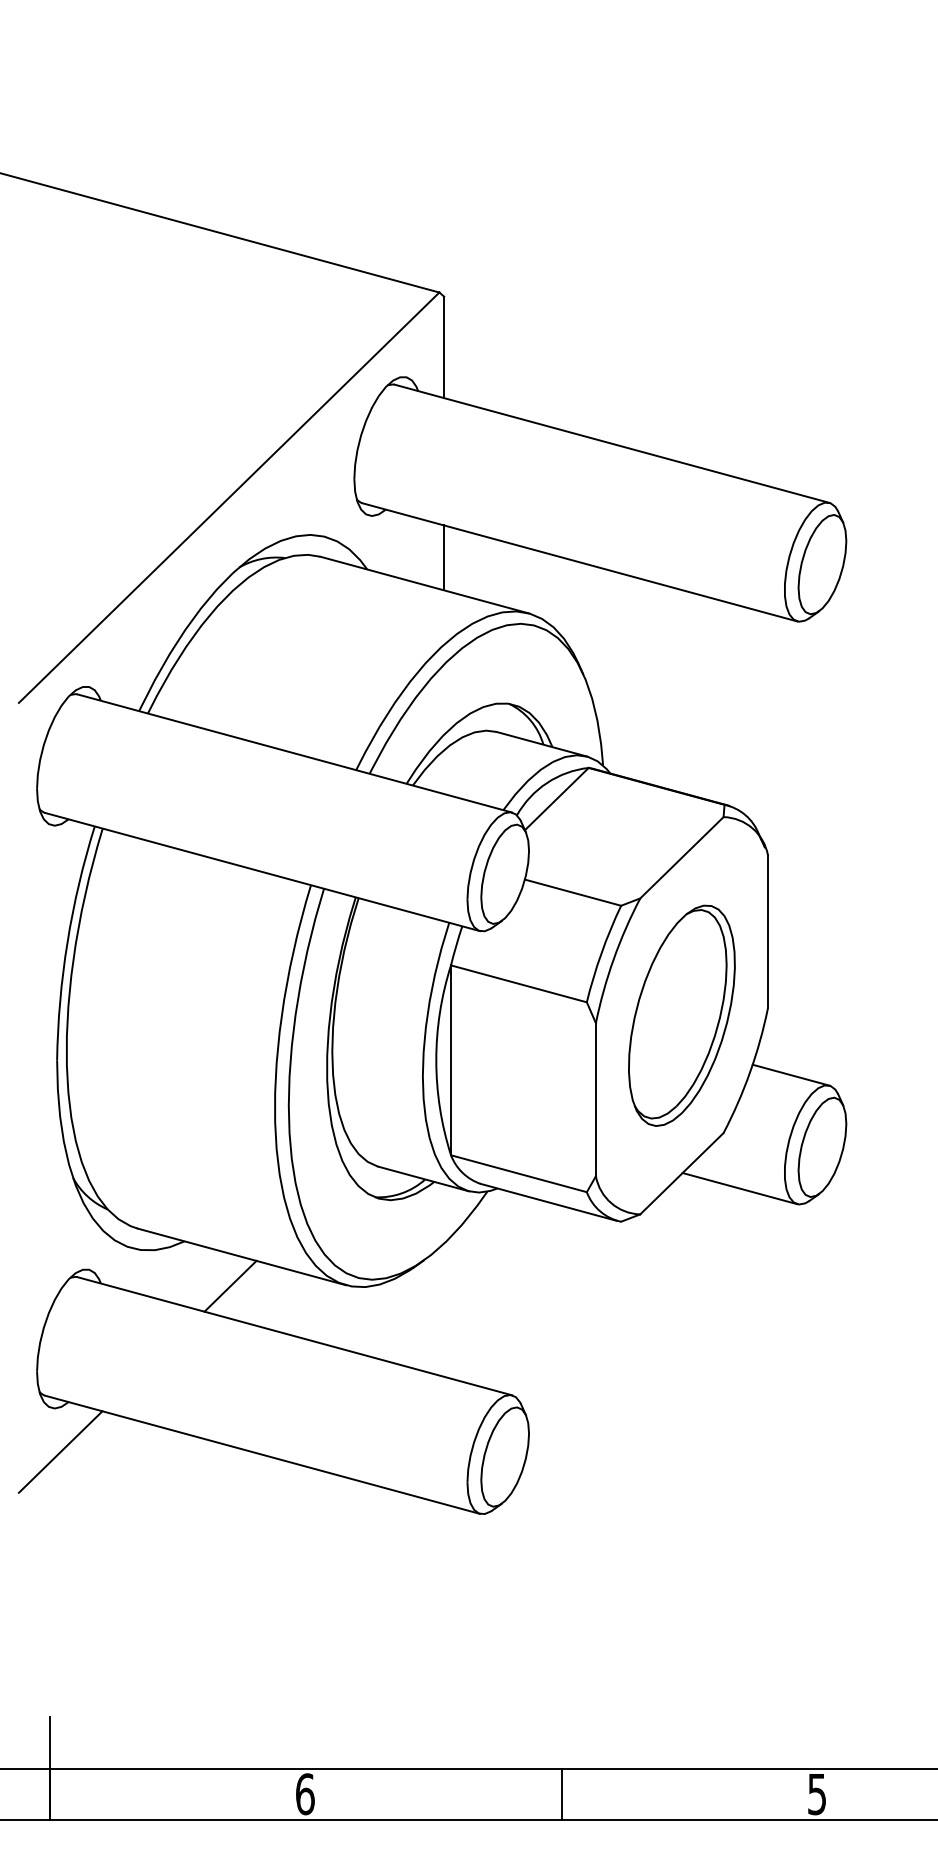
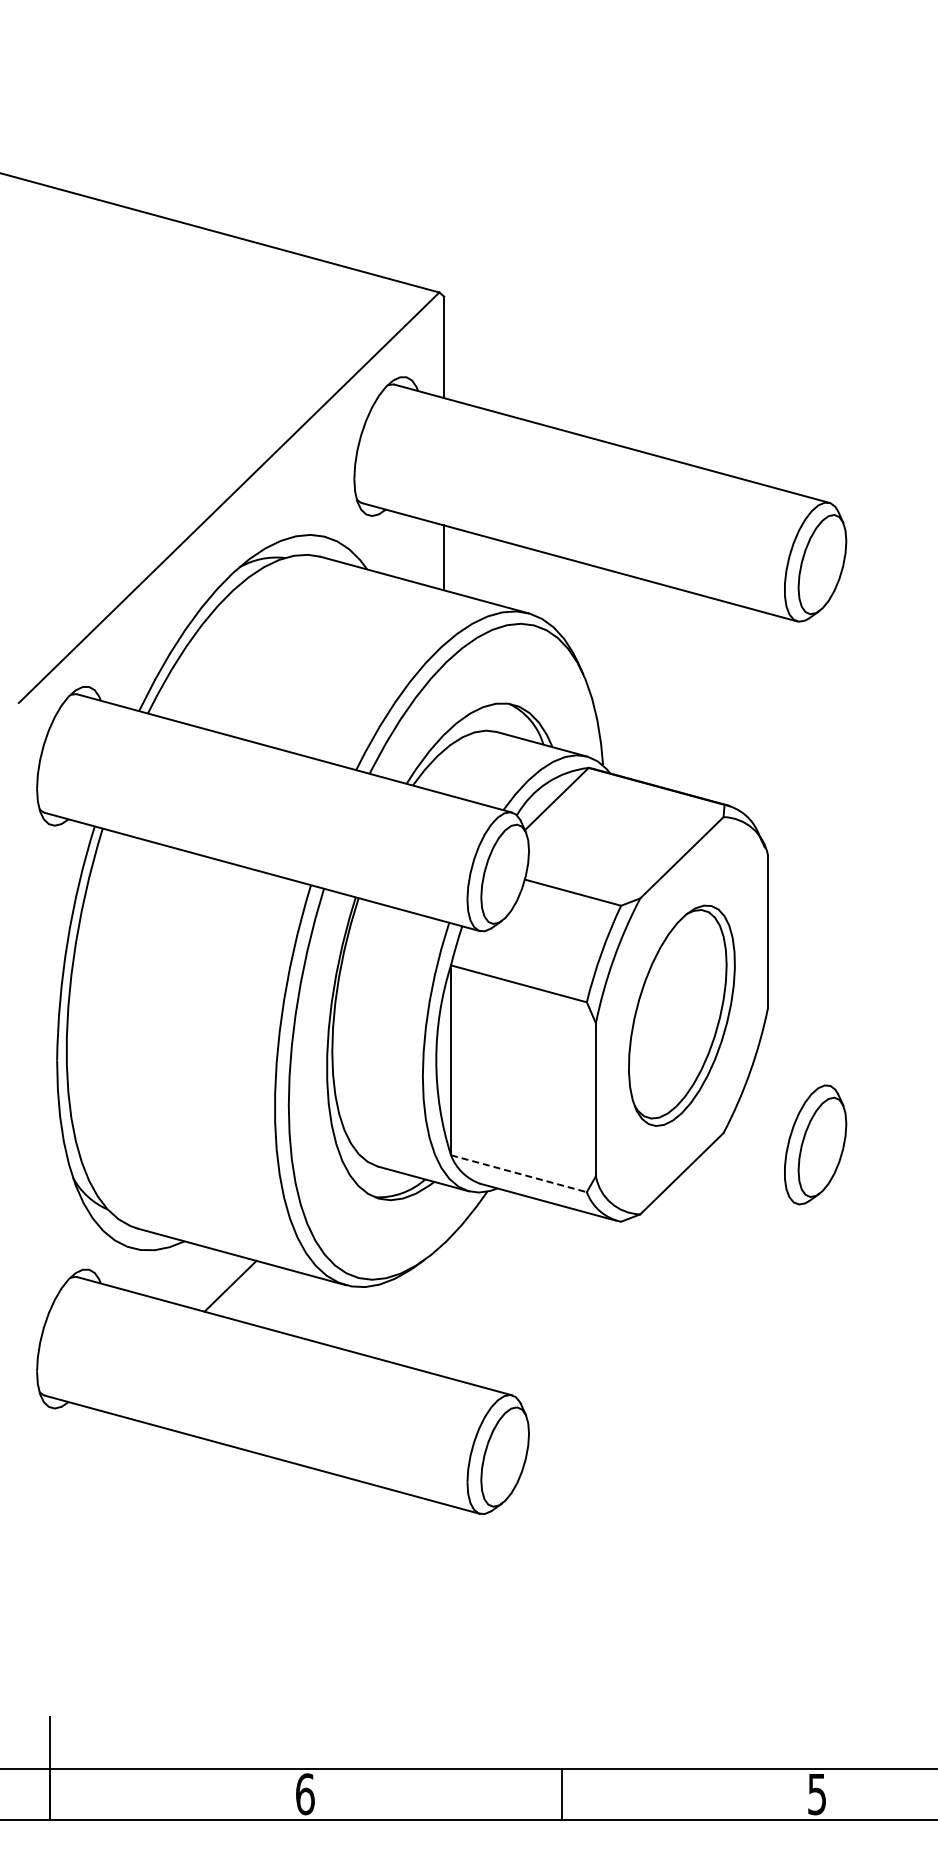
line at (790, 1074): present -> none
line at (519, 1173): solid -> dashed
line at (739, 1188): present -> none
line at (60, 1451): present -> none
